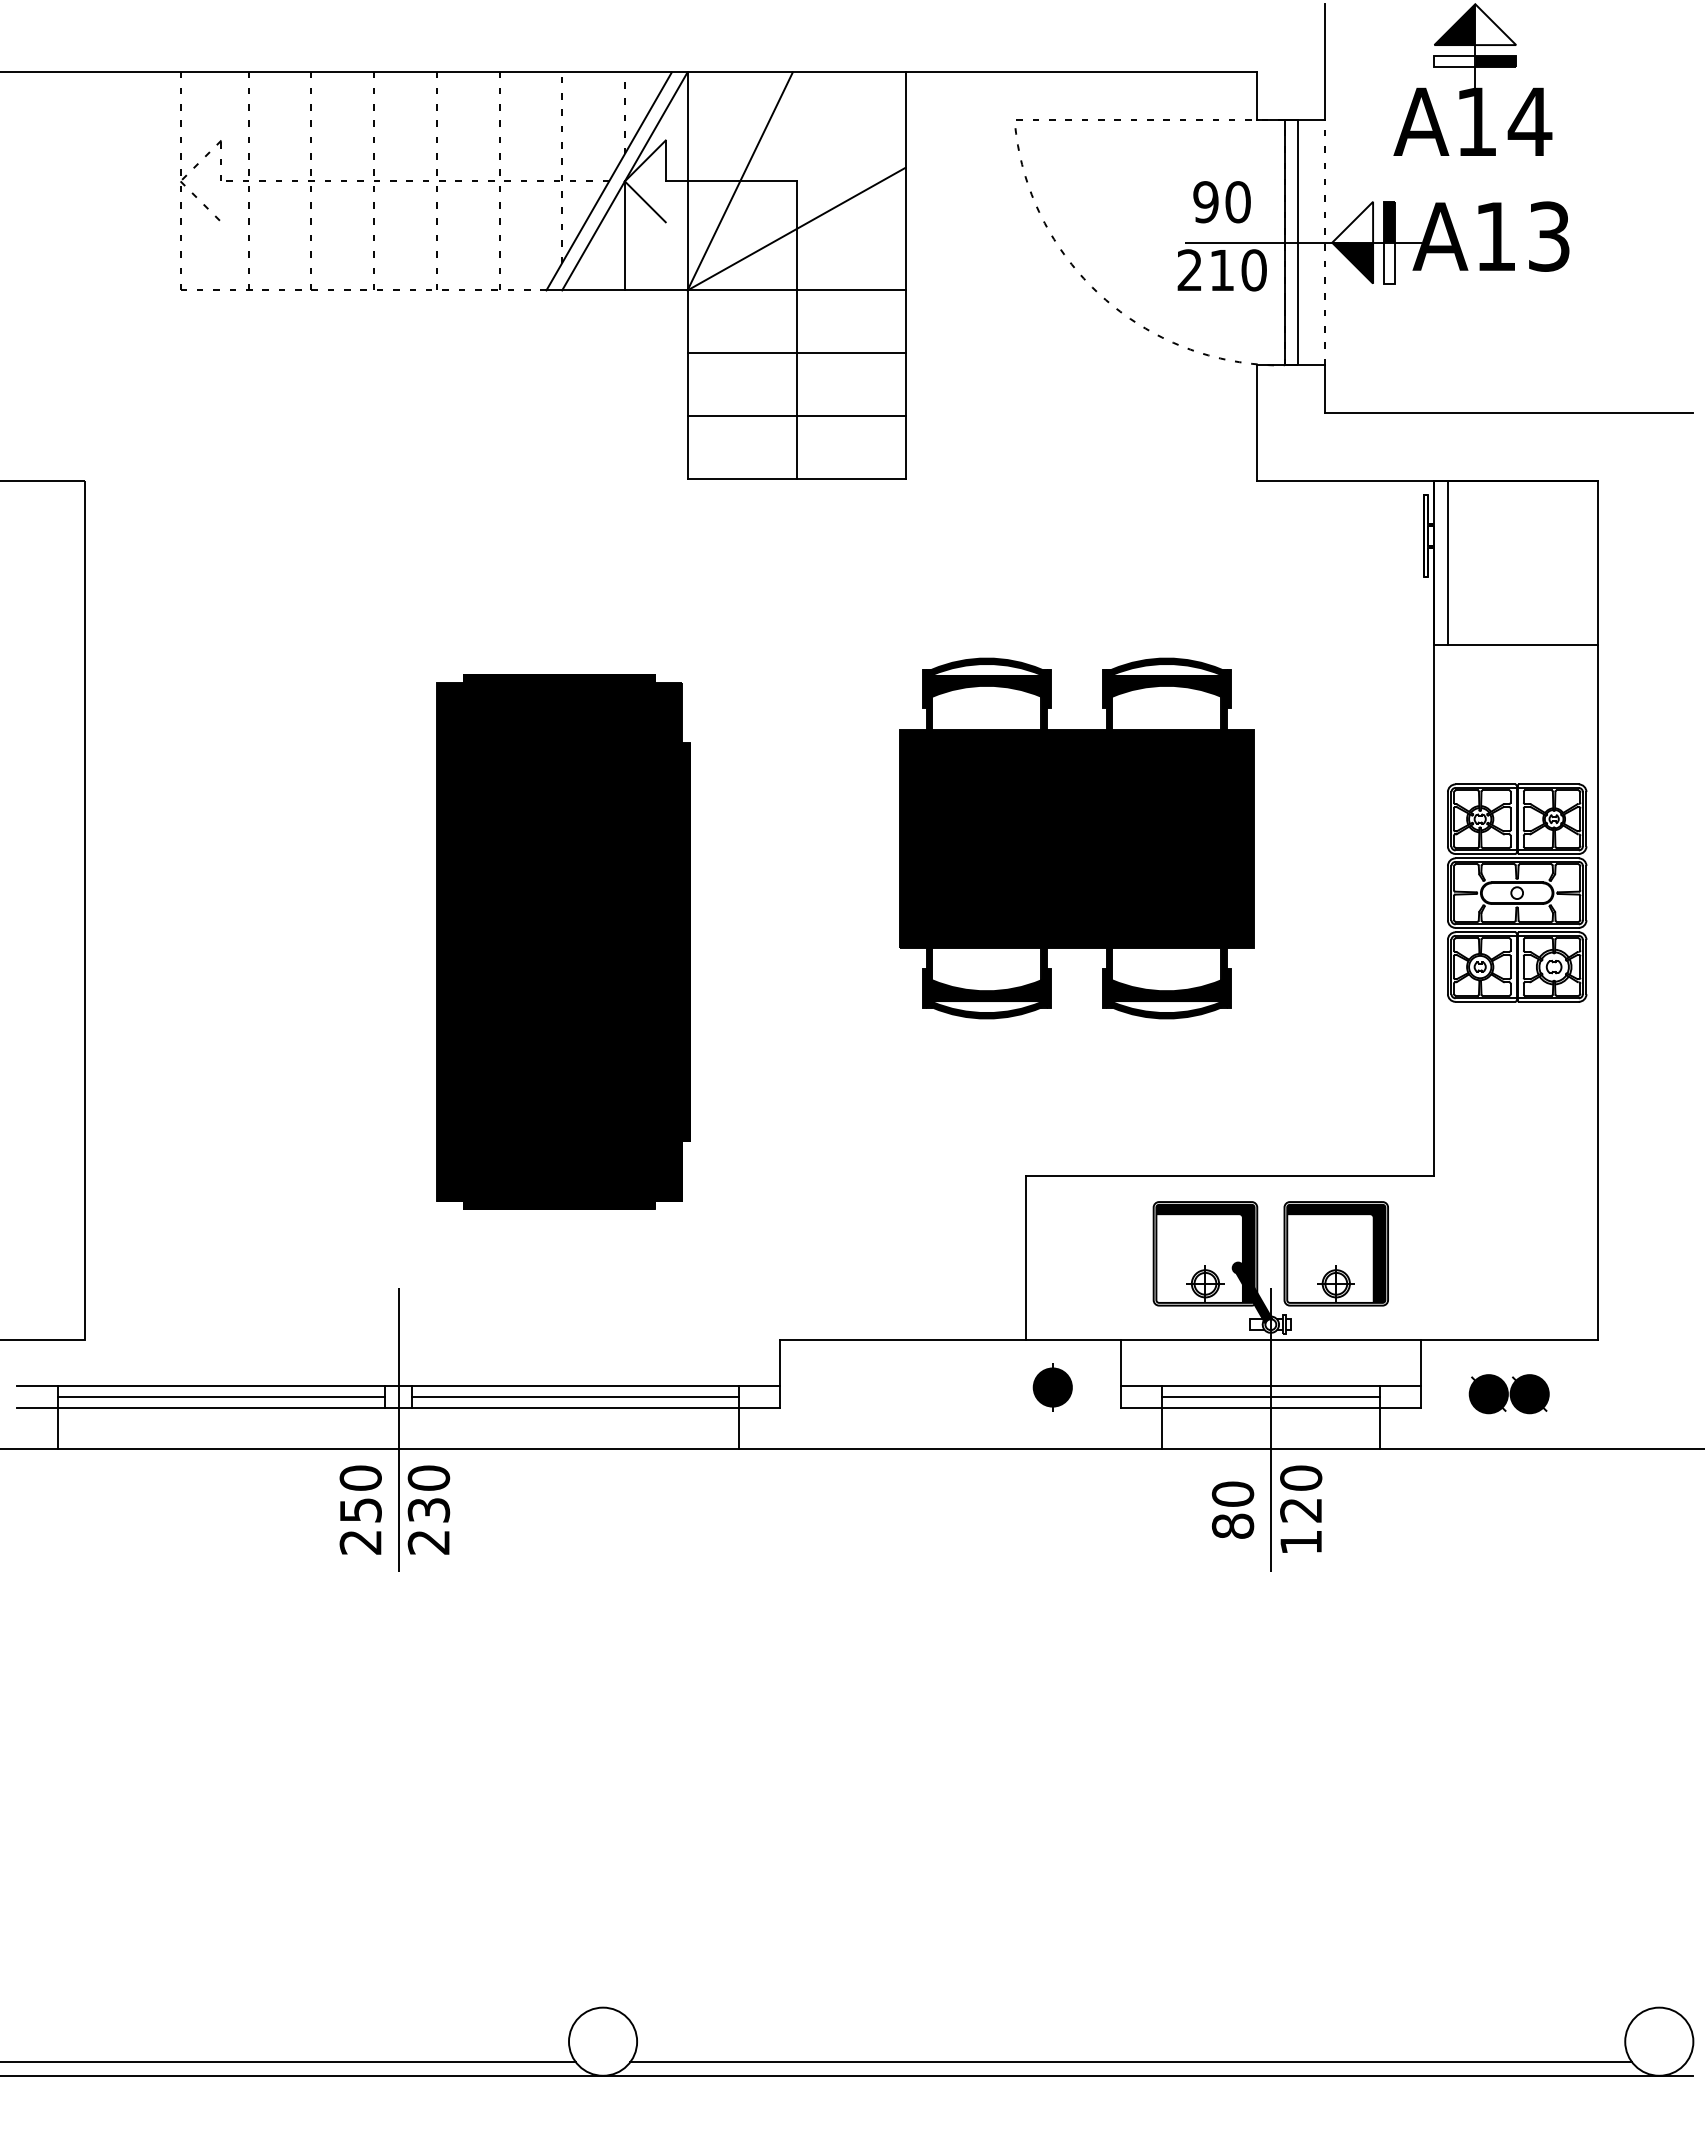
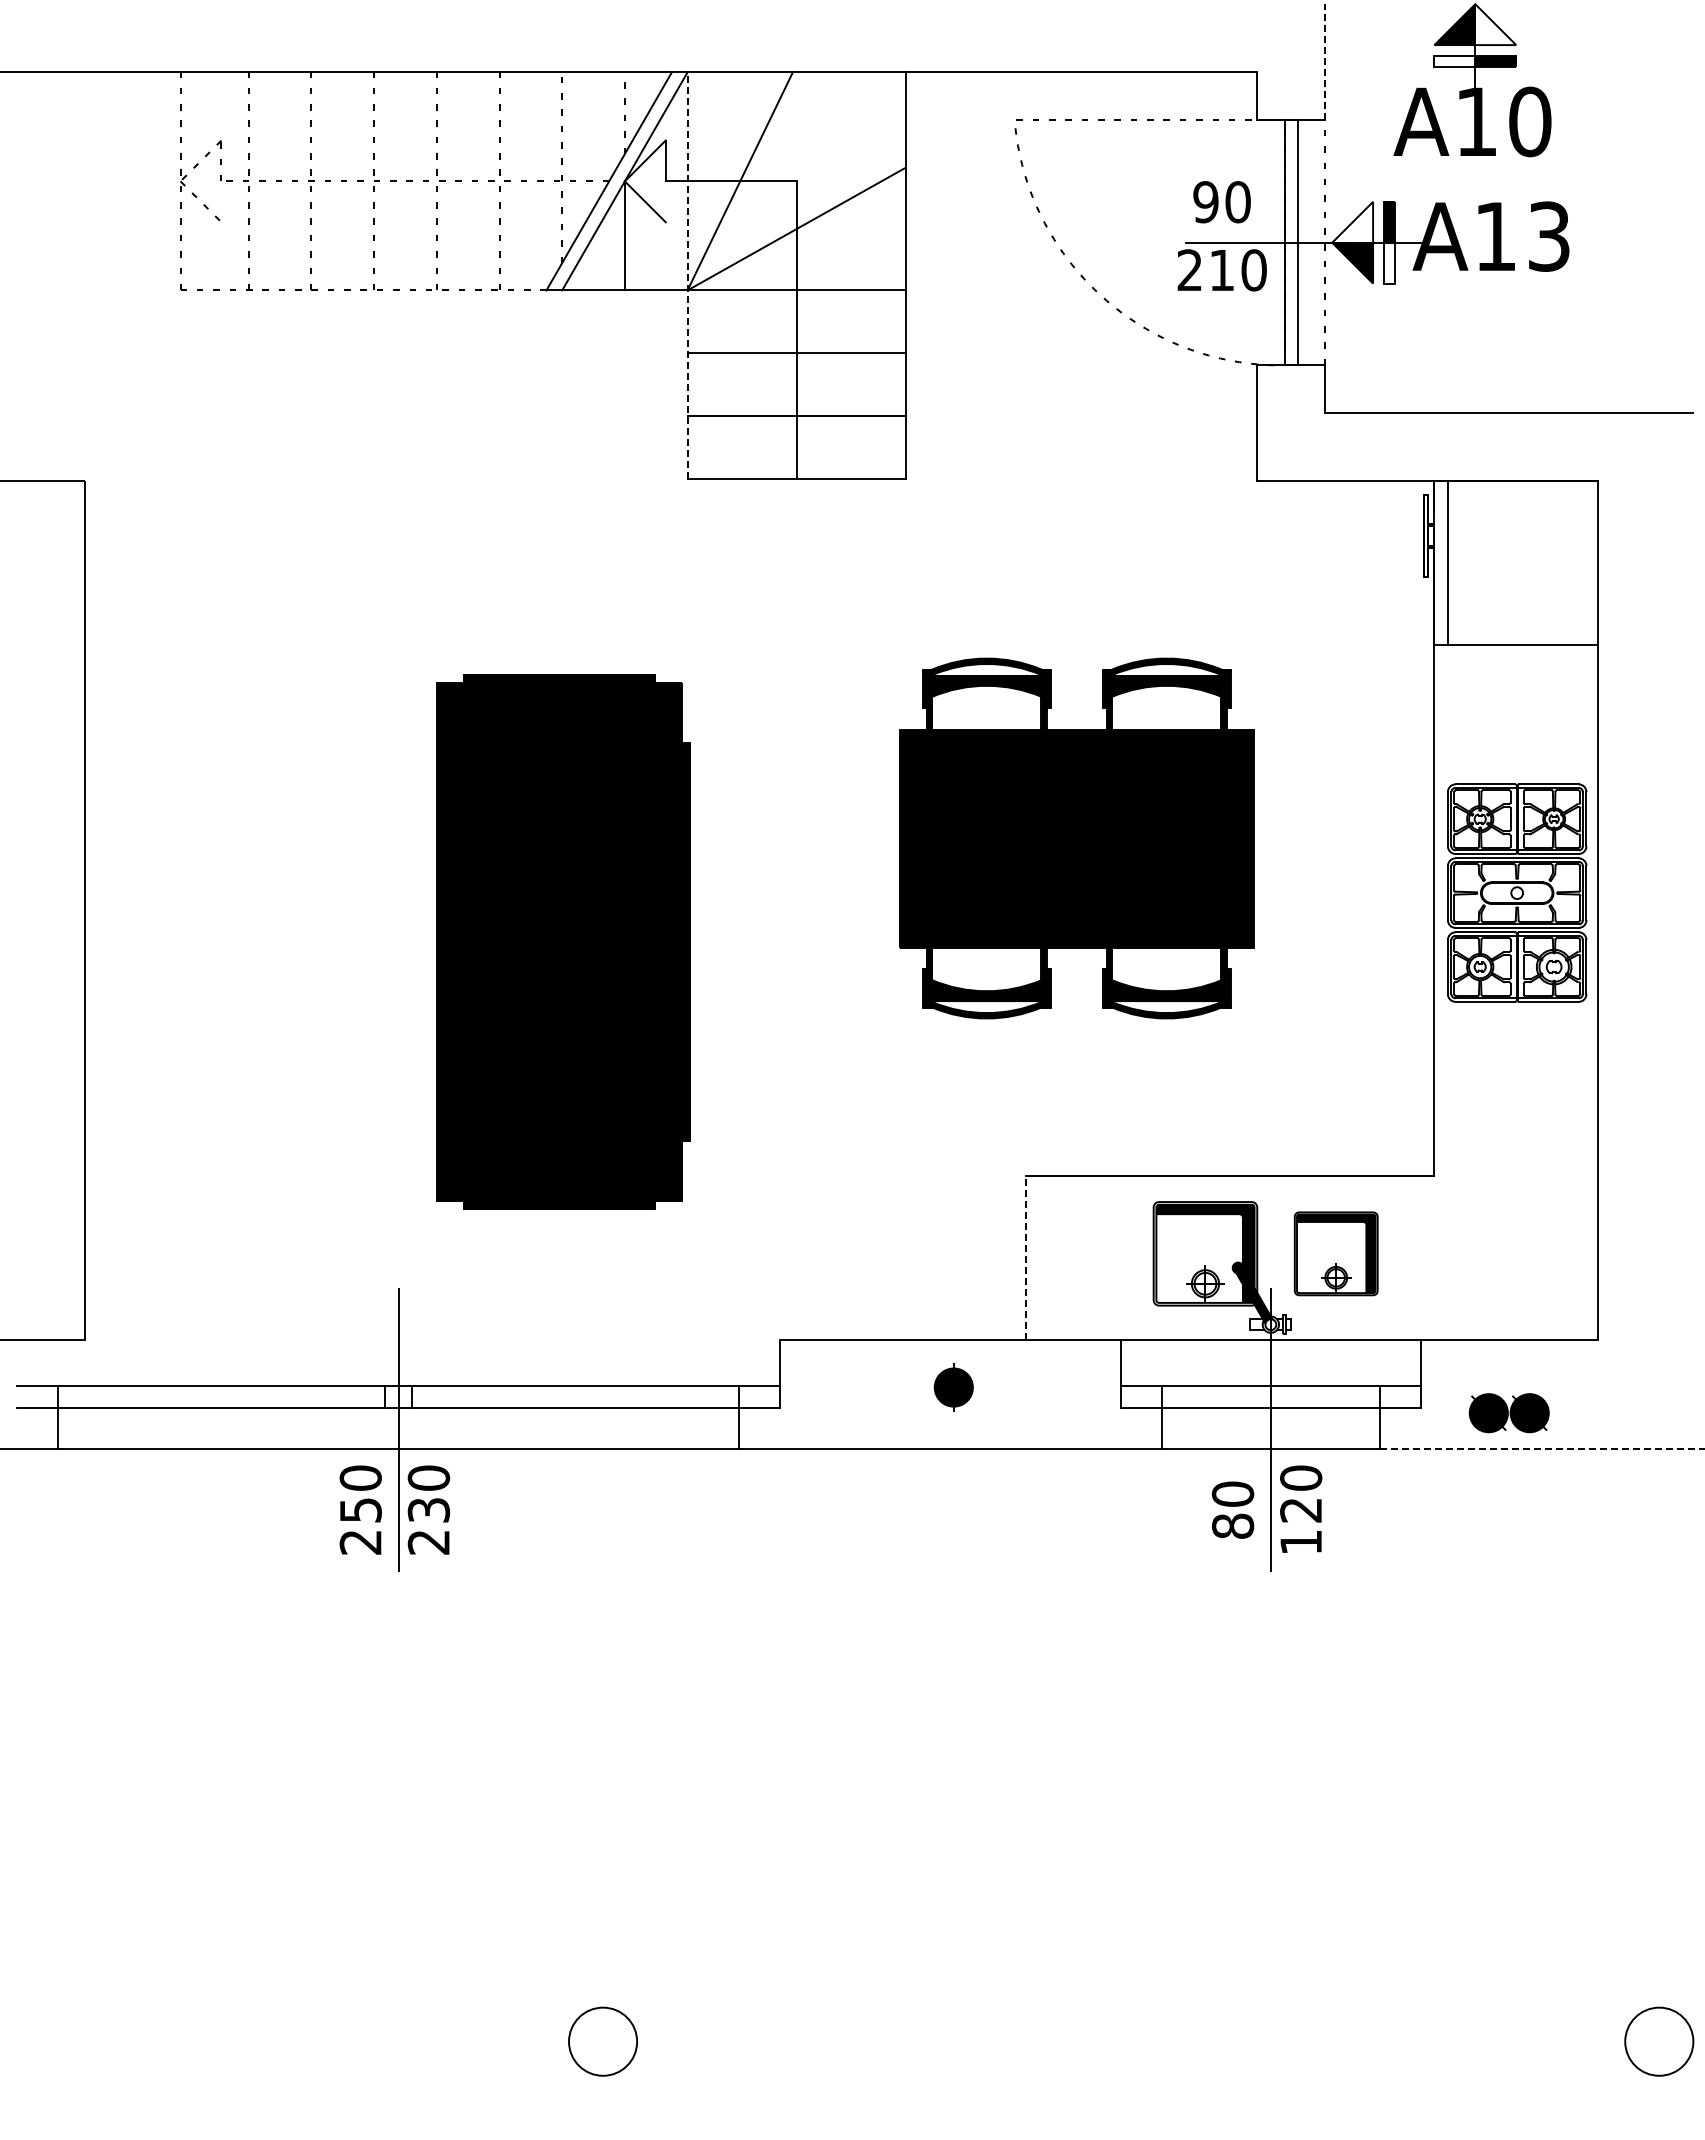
line at (1325, 62): solid -> dashed
text at (1529, 121): A14 -> A10
line at (687, 274): solid -> dashed
part at (1335, 1253) size: 106x106 px -> 86x86 px
line at (1025, 1258): solid -> dashed
part at (1052, 1387) position: (1052, 1387) -> (953, 1387)
part at (1508, 1394) position: (1508, 1394) -> (1508, 1413)
line at (221, 1397): present -> none
line at (575, 1397): present -> none
line at (1270, 1397): present -> none
line at (1542, 1448): solid -> dashed
line at (288, 2062): present -> none
line at (1131, 2062): present -> none
line at (847, 2075): present -> none
